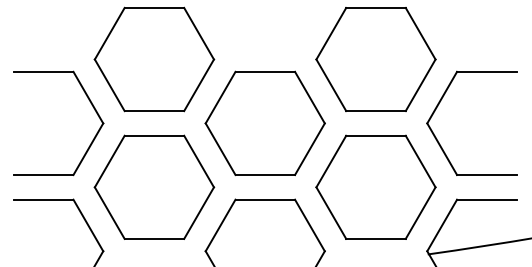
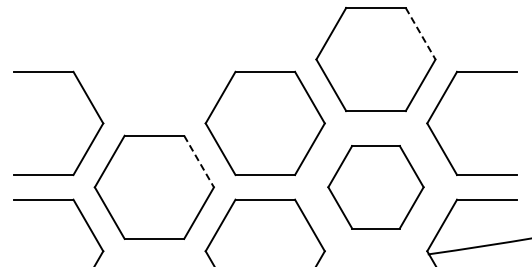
line at (420, 33): solid -> dashed
part at (154, 59): present -> none
line at (199, 161): solid -> dashed
part at (375, 186) size: 122x106 px -> 98x85 px
